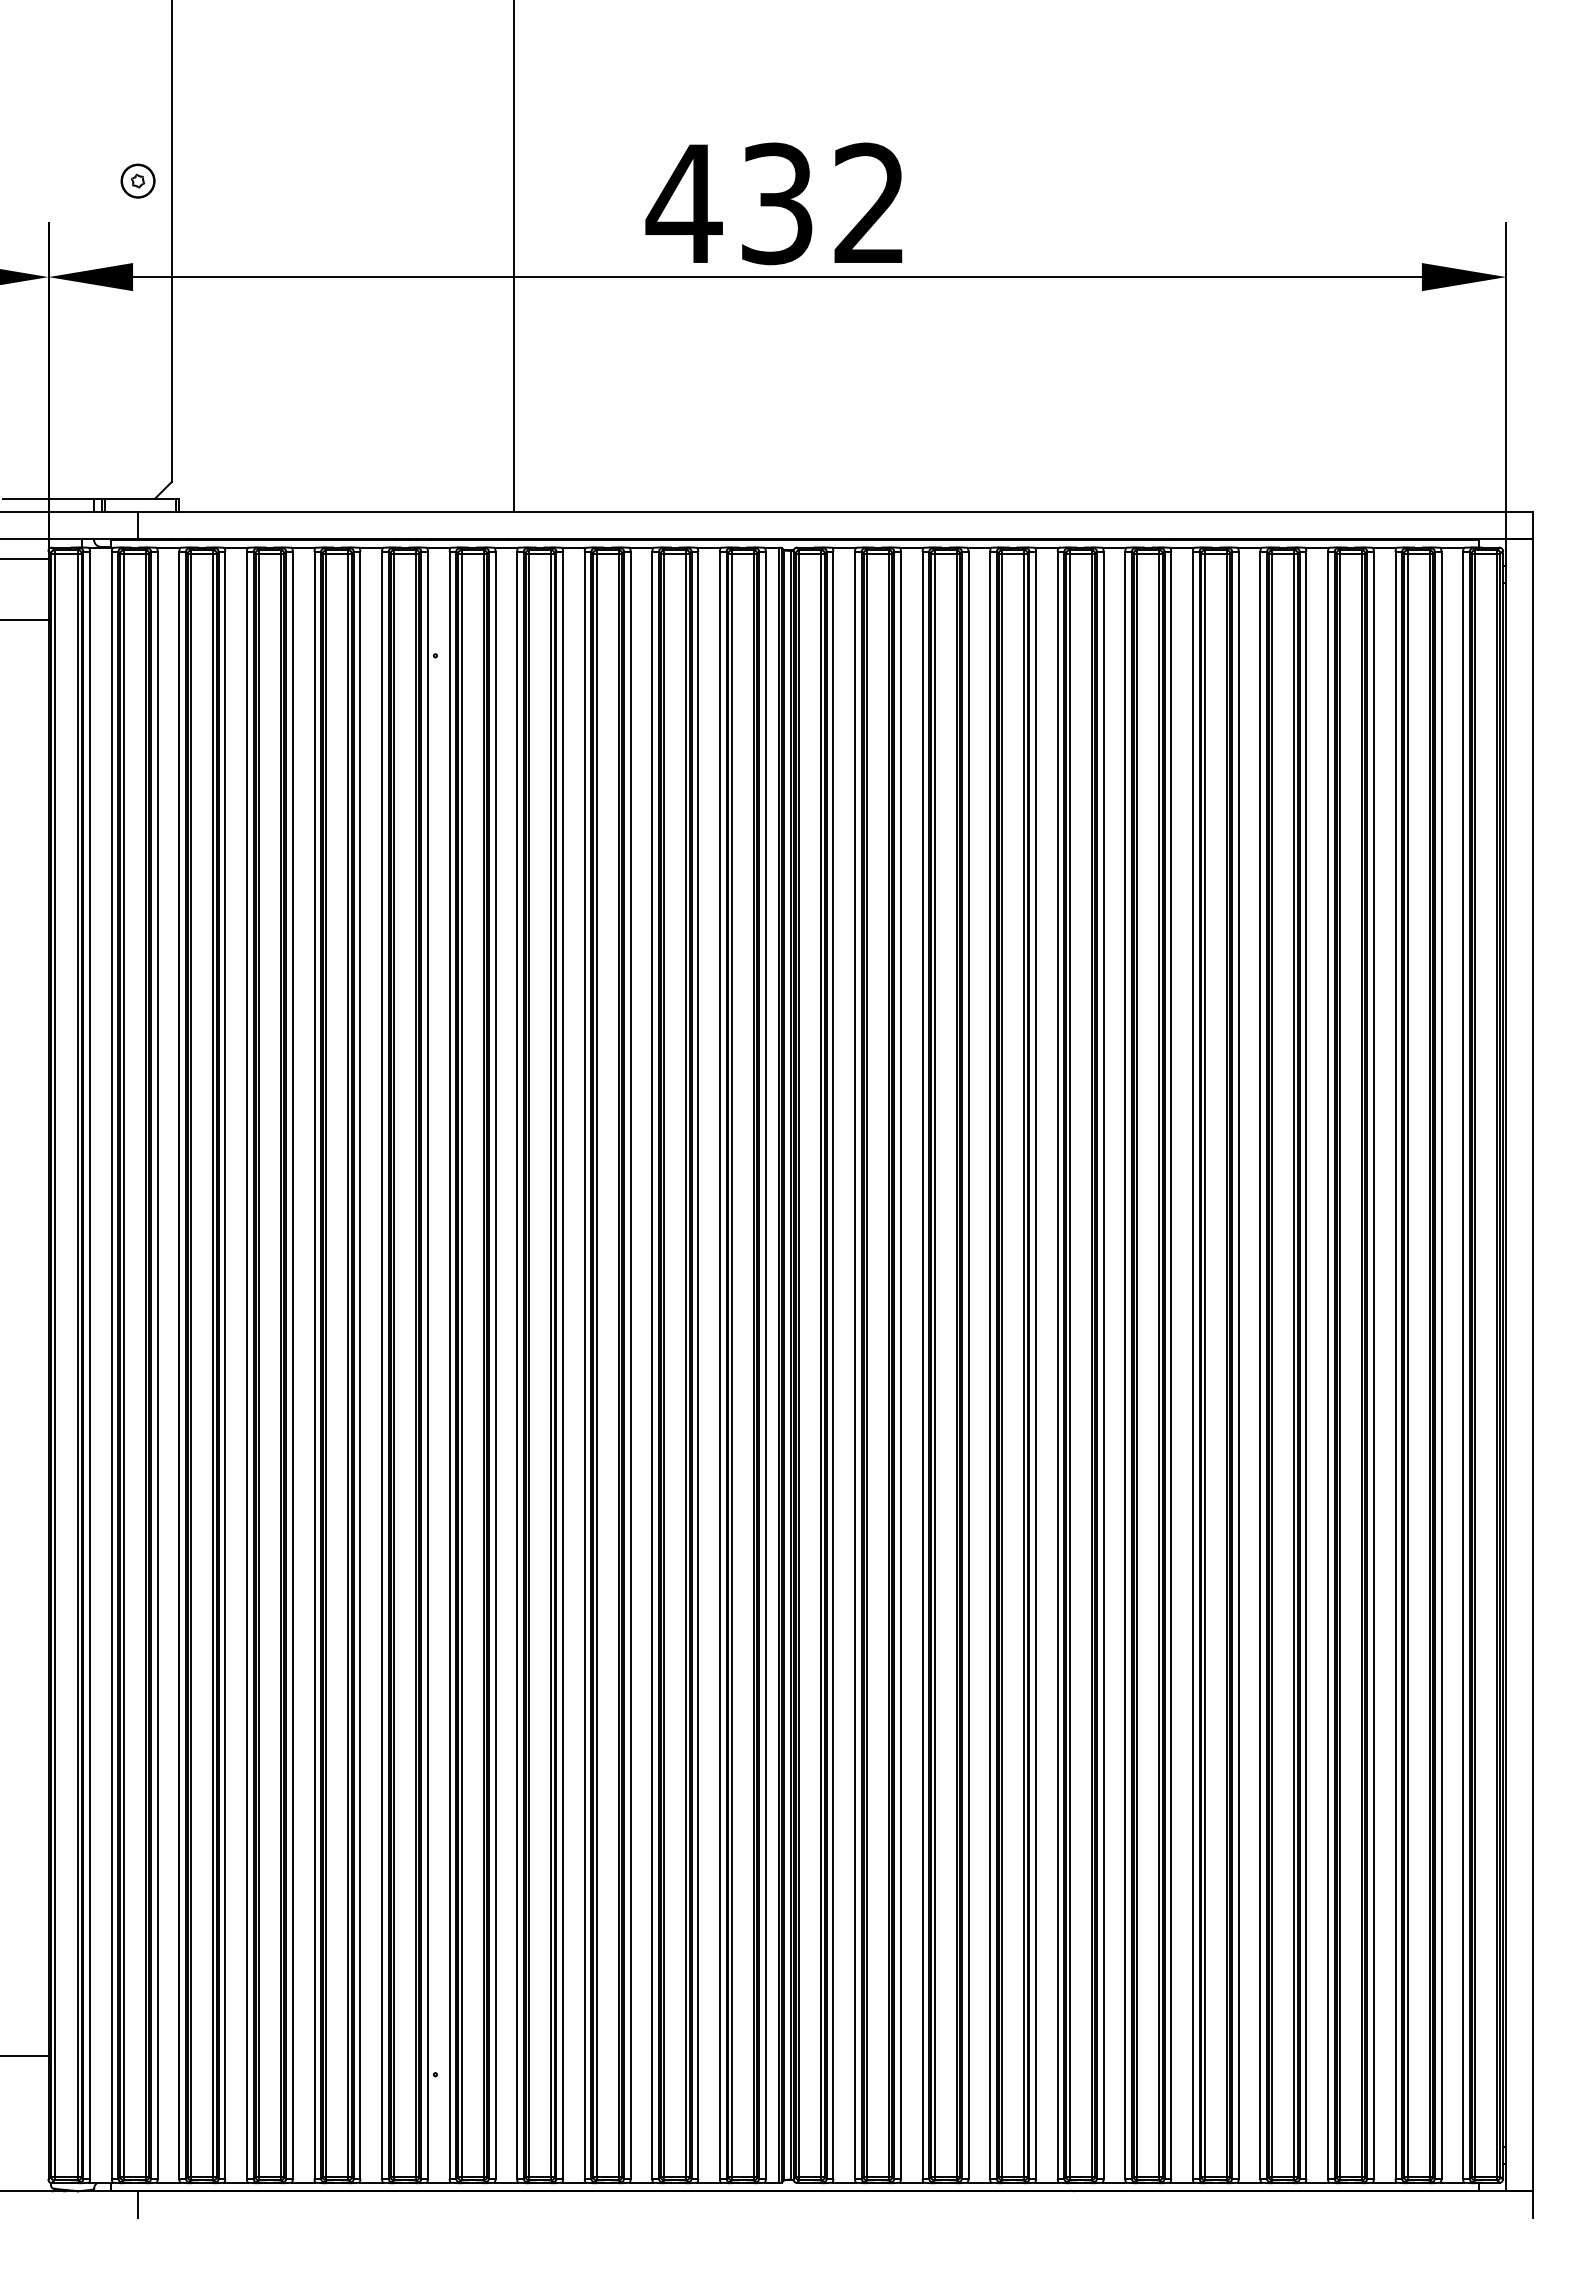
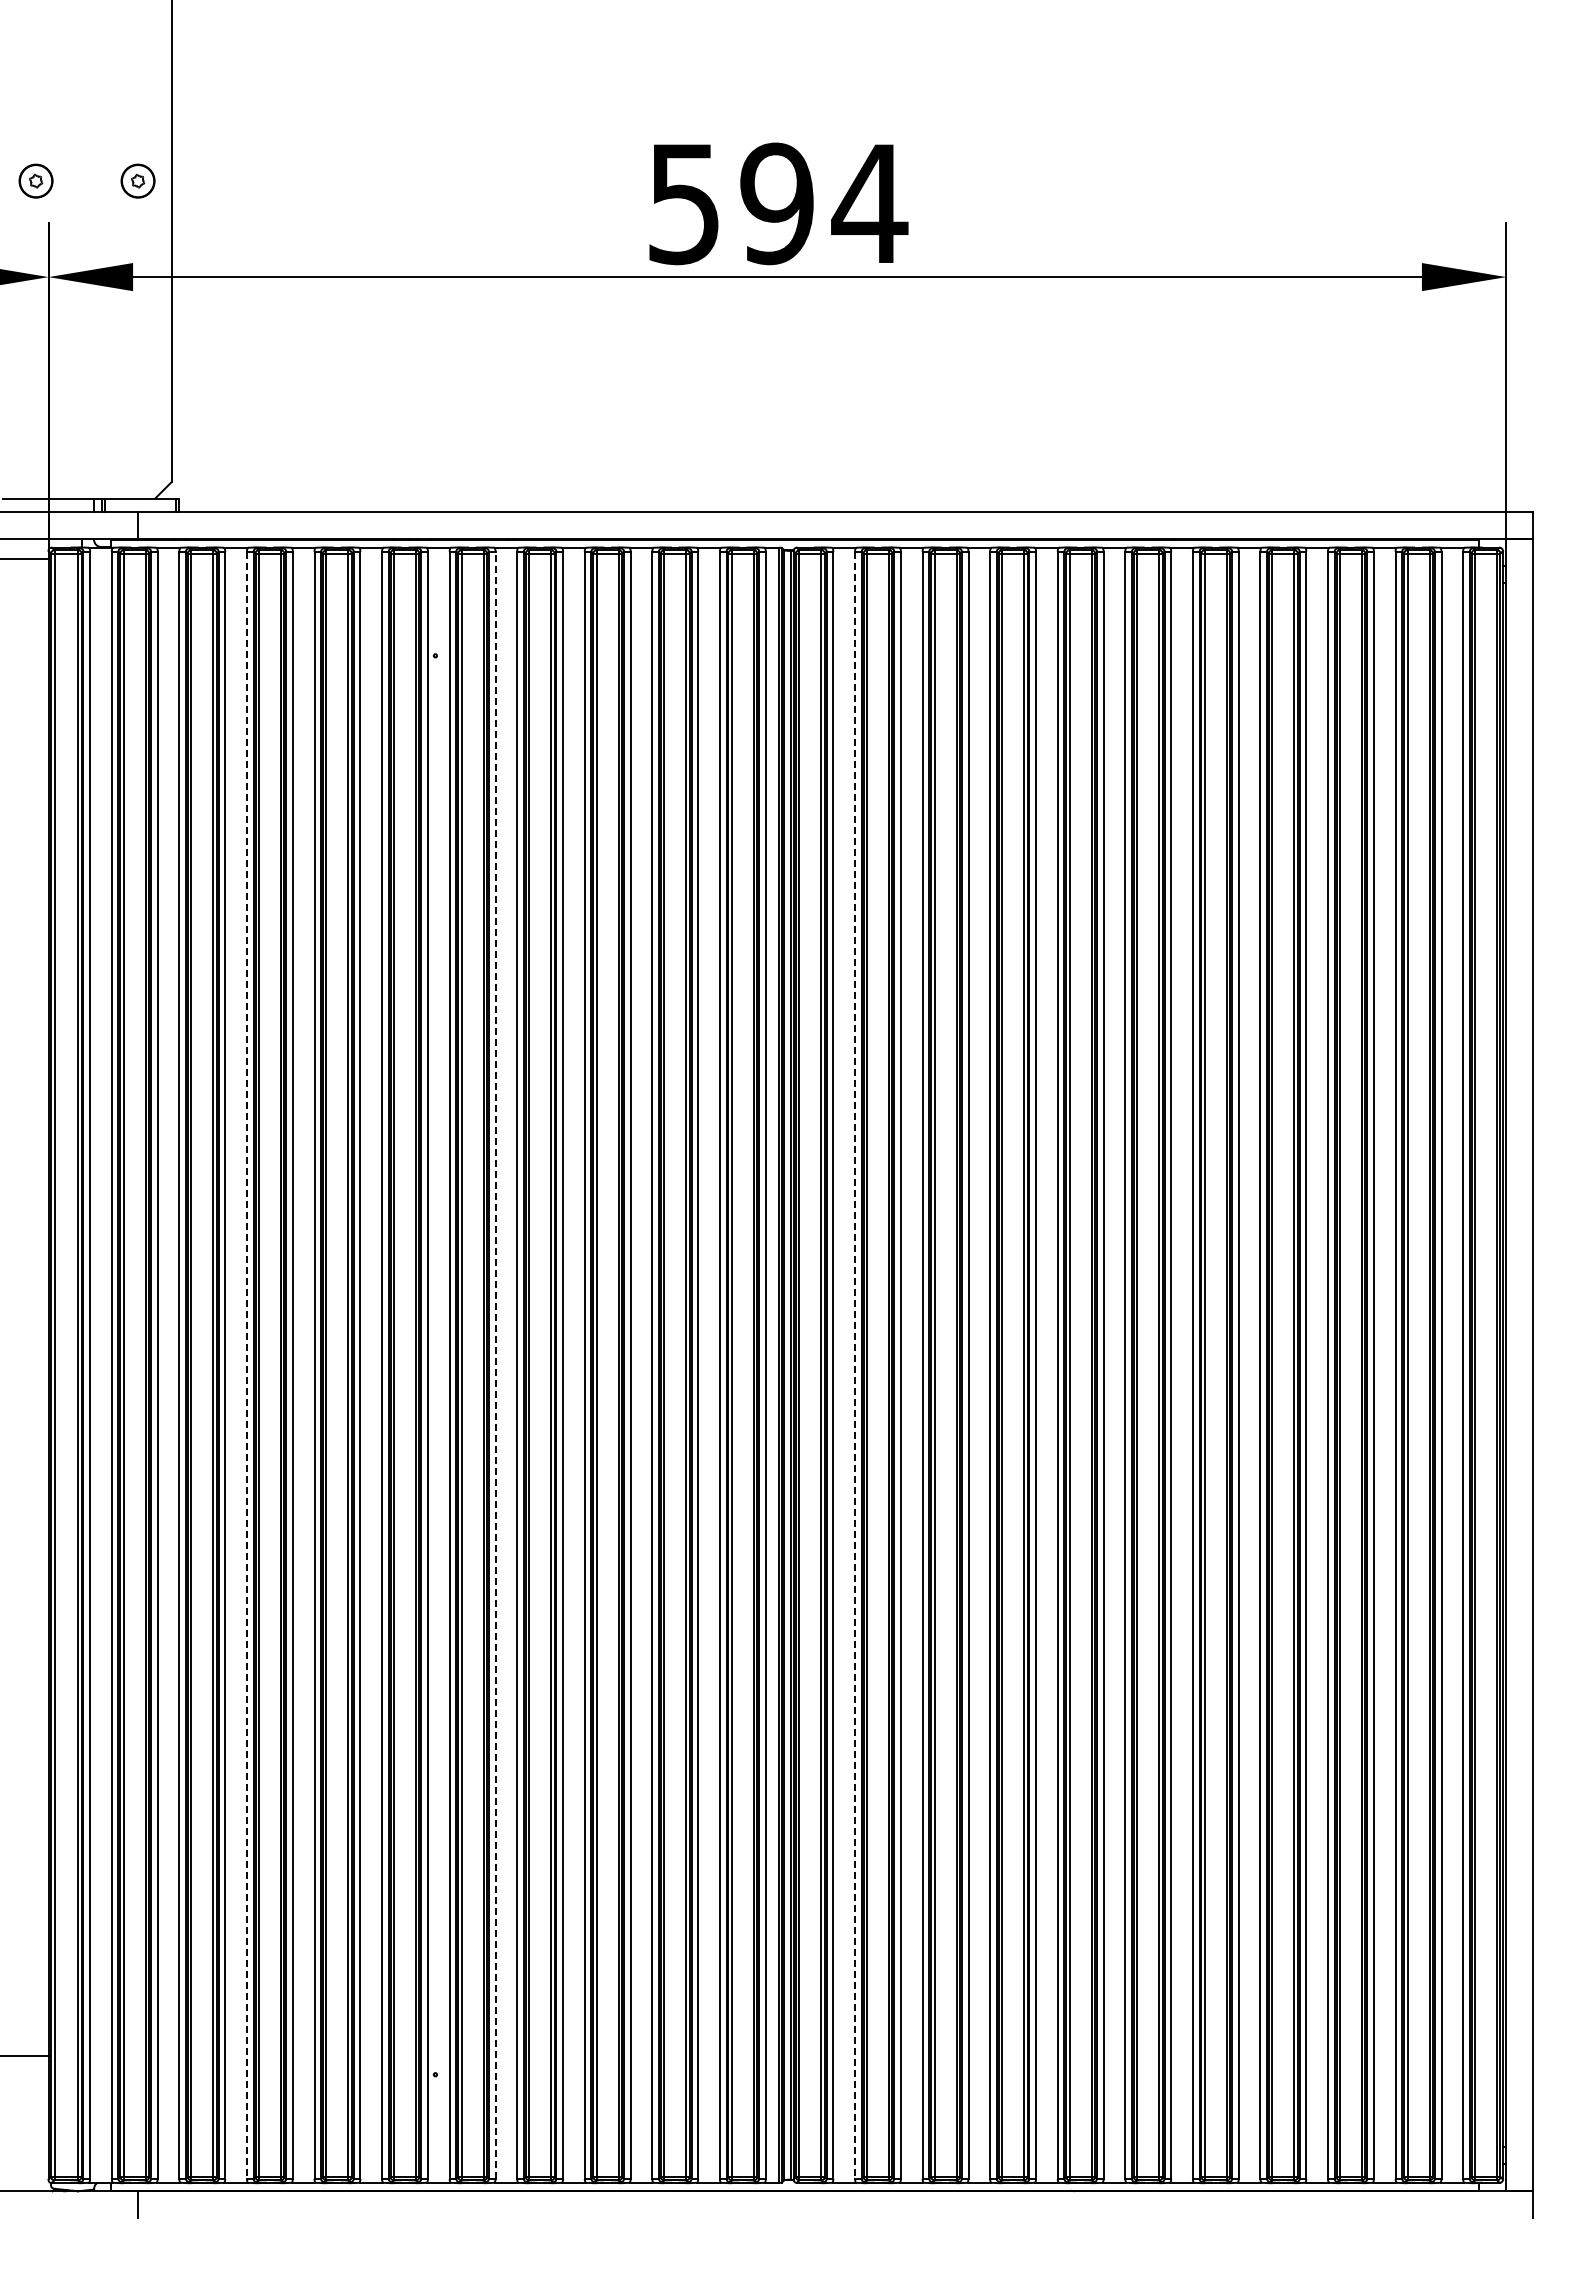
part at (35, 180): none -> present
text at (776, 203): 432 -> 594
line at (513, 257): present -> none
line at (25, 620): present -> none
line at (246, 1365): solid -> dashed
line at (495, 1365): solid -> dashed
line at (855, 1365): solid -> dashed
